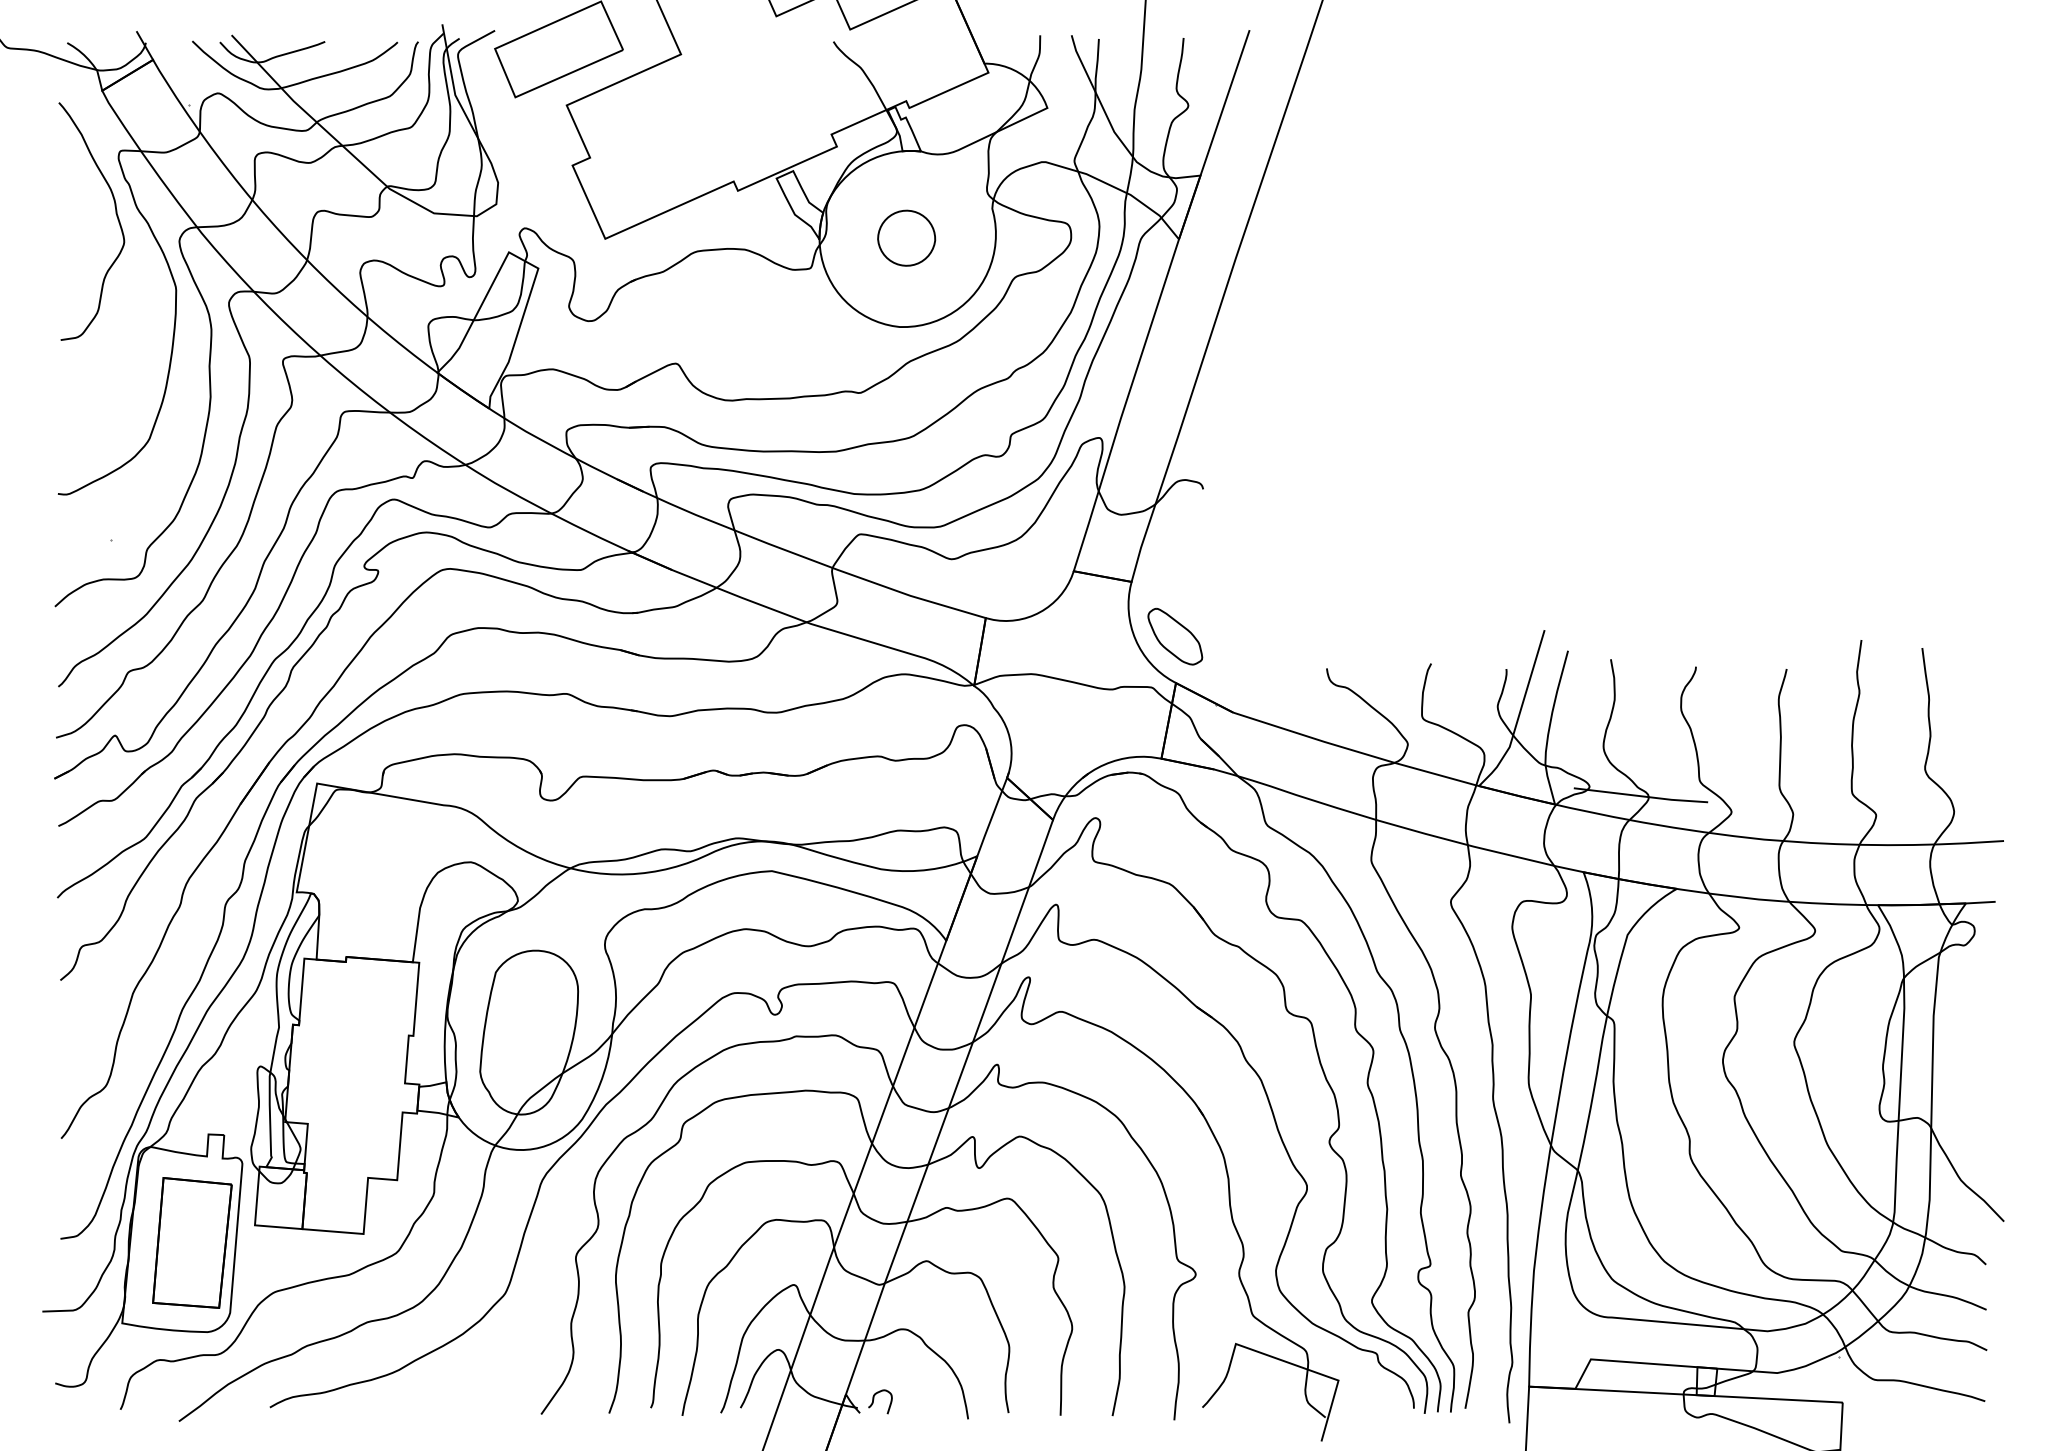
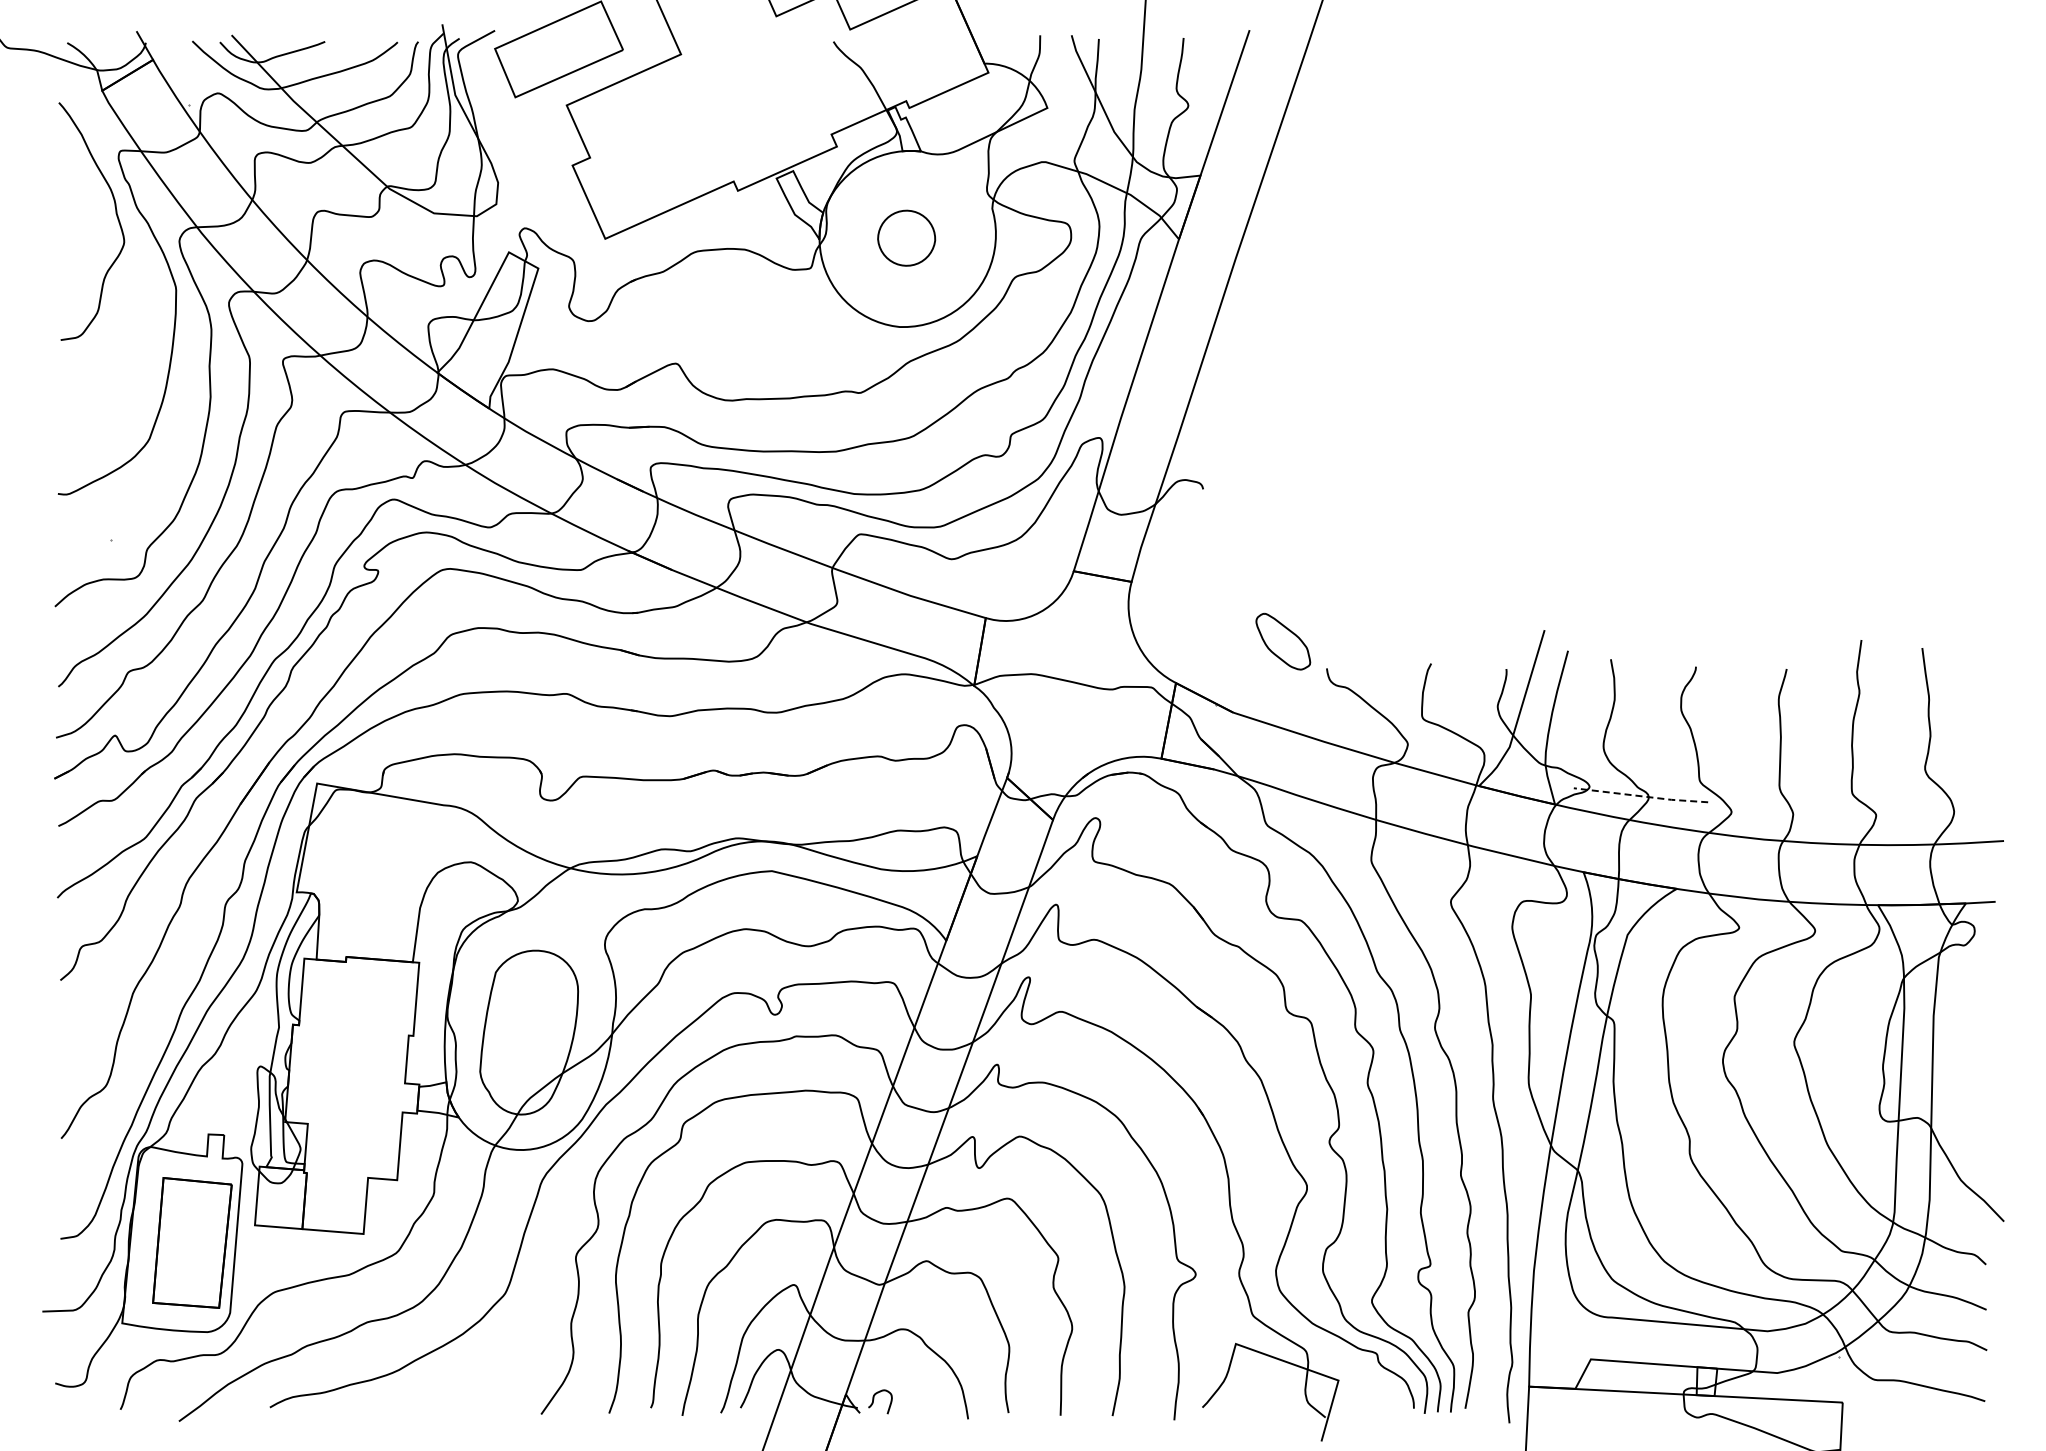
part at (1175, 636) position: (1175, 636) -> (1283, 641)
line at (1640, 796): solid -> dashed
